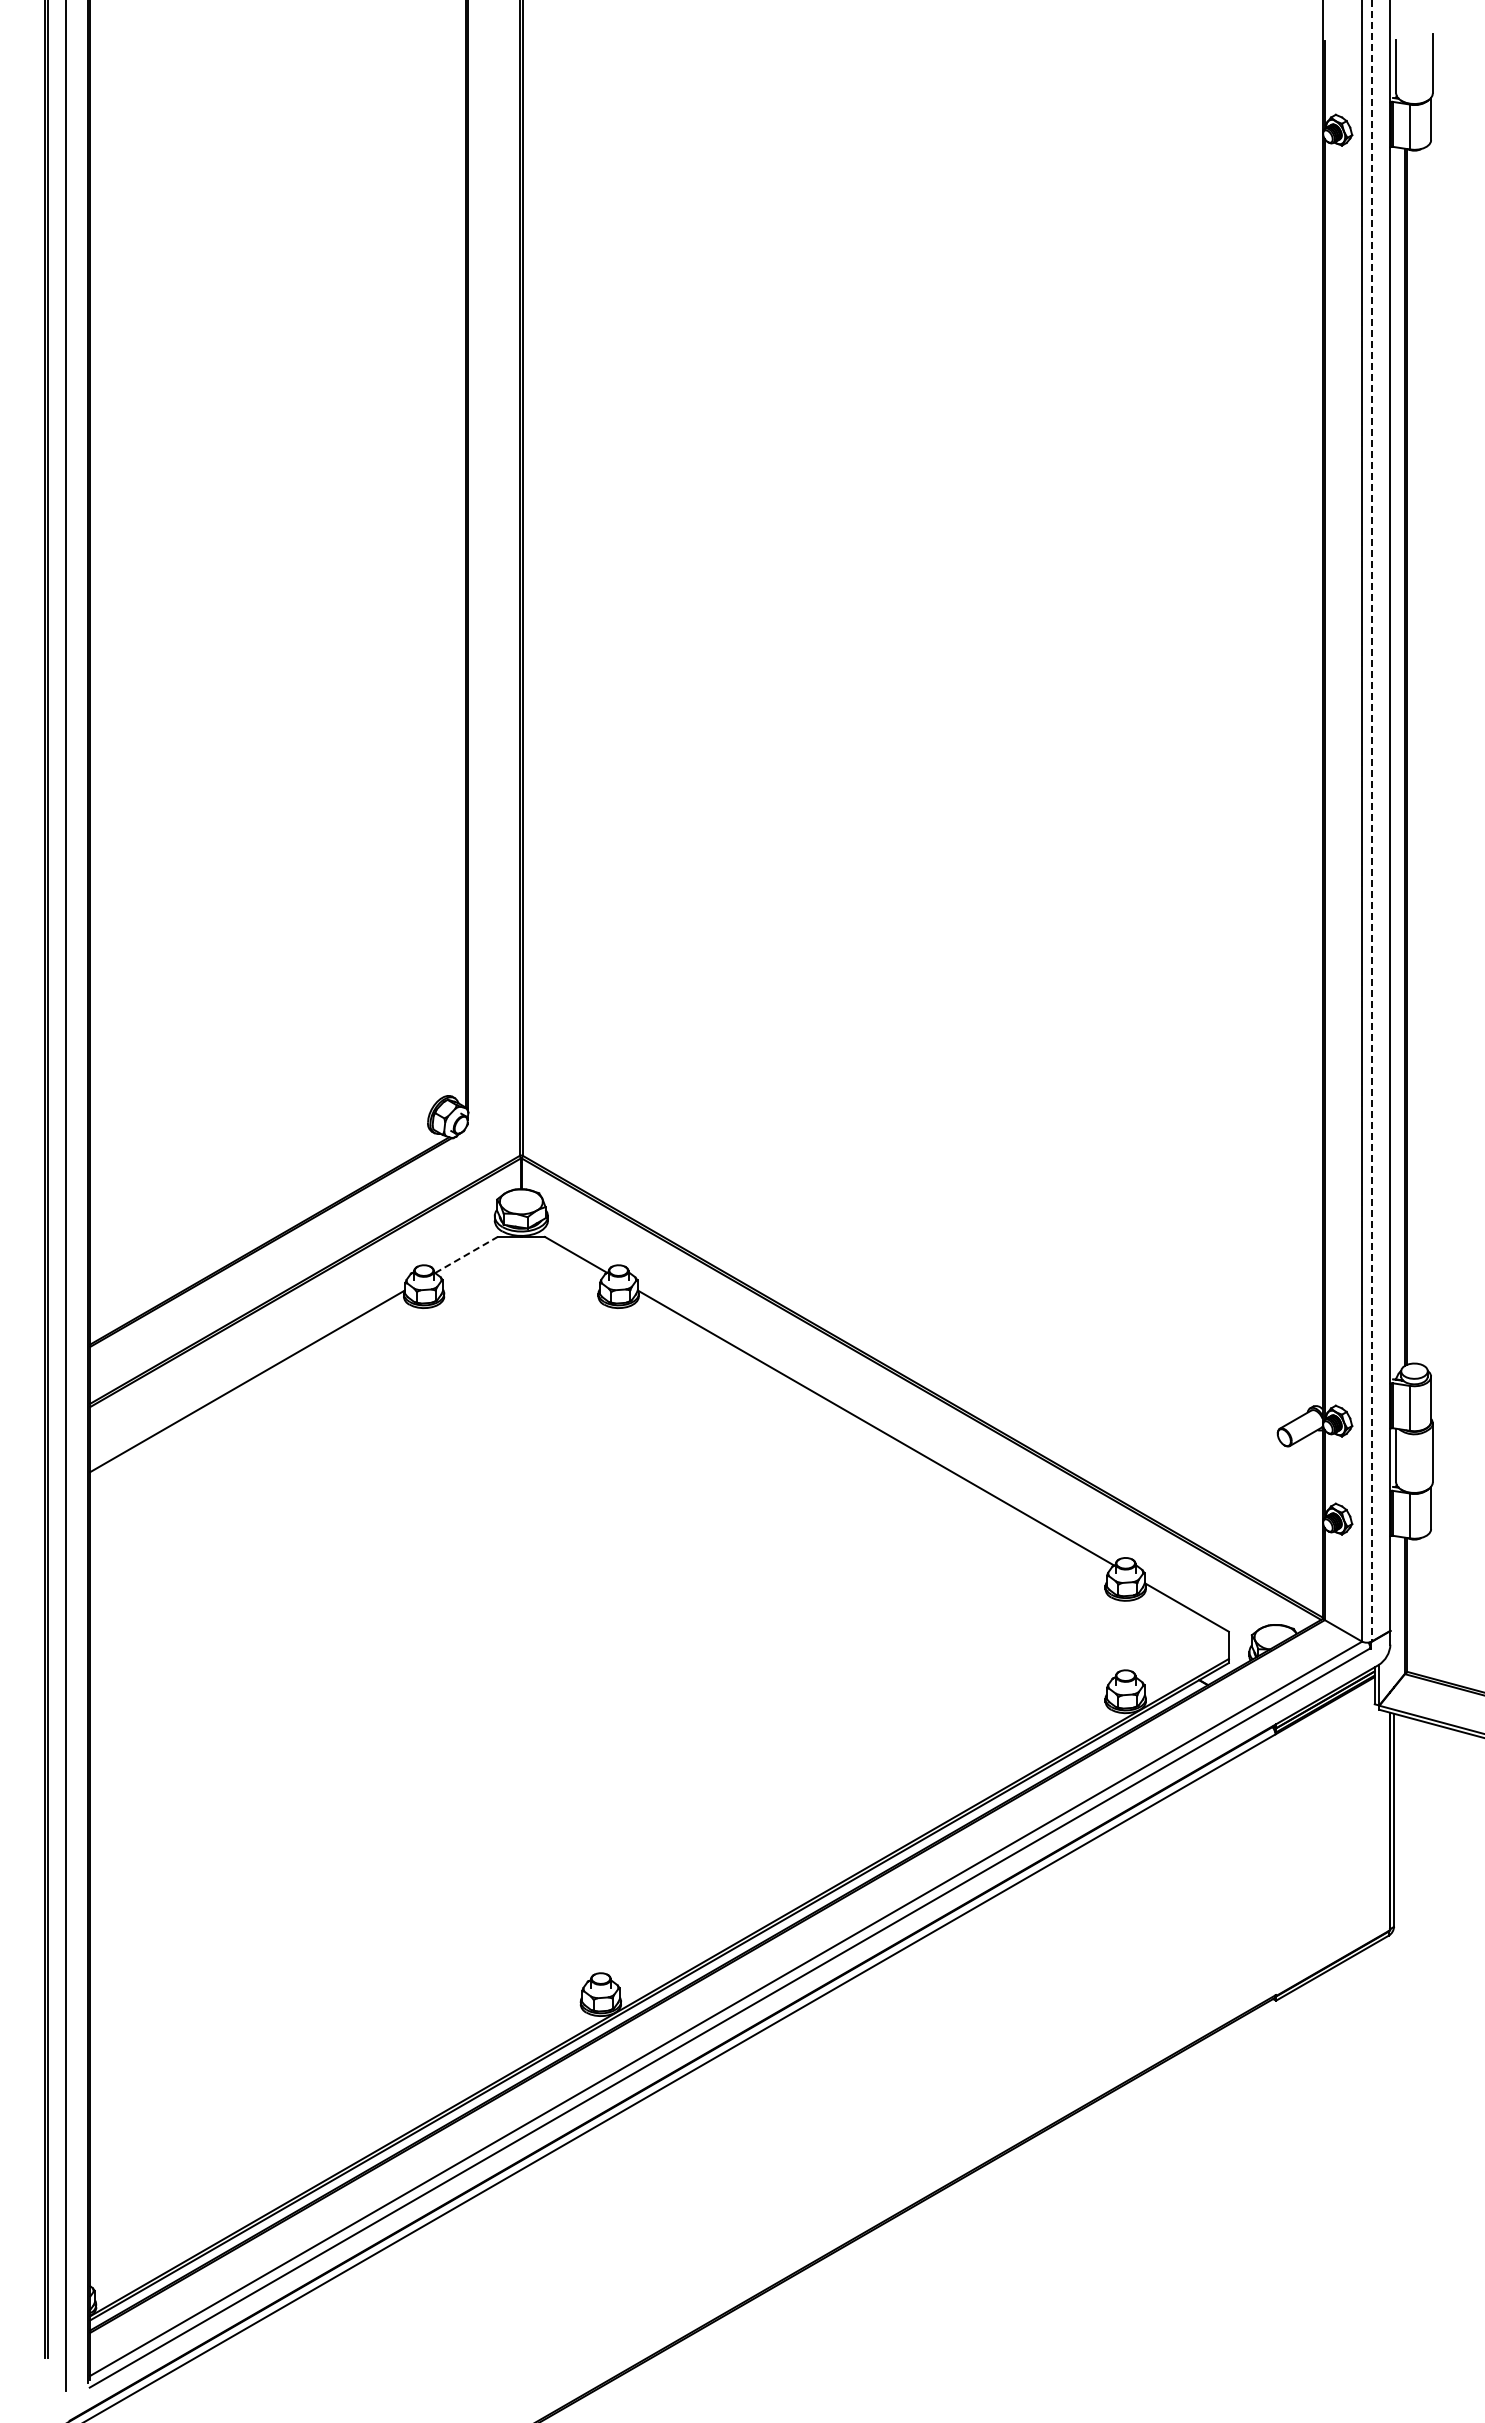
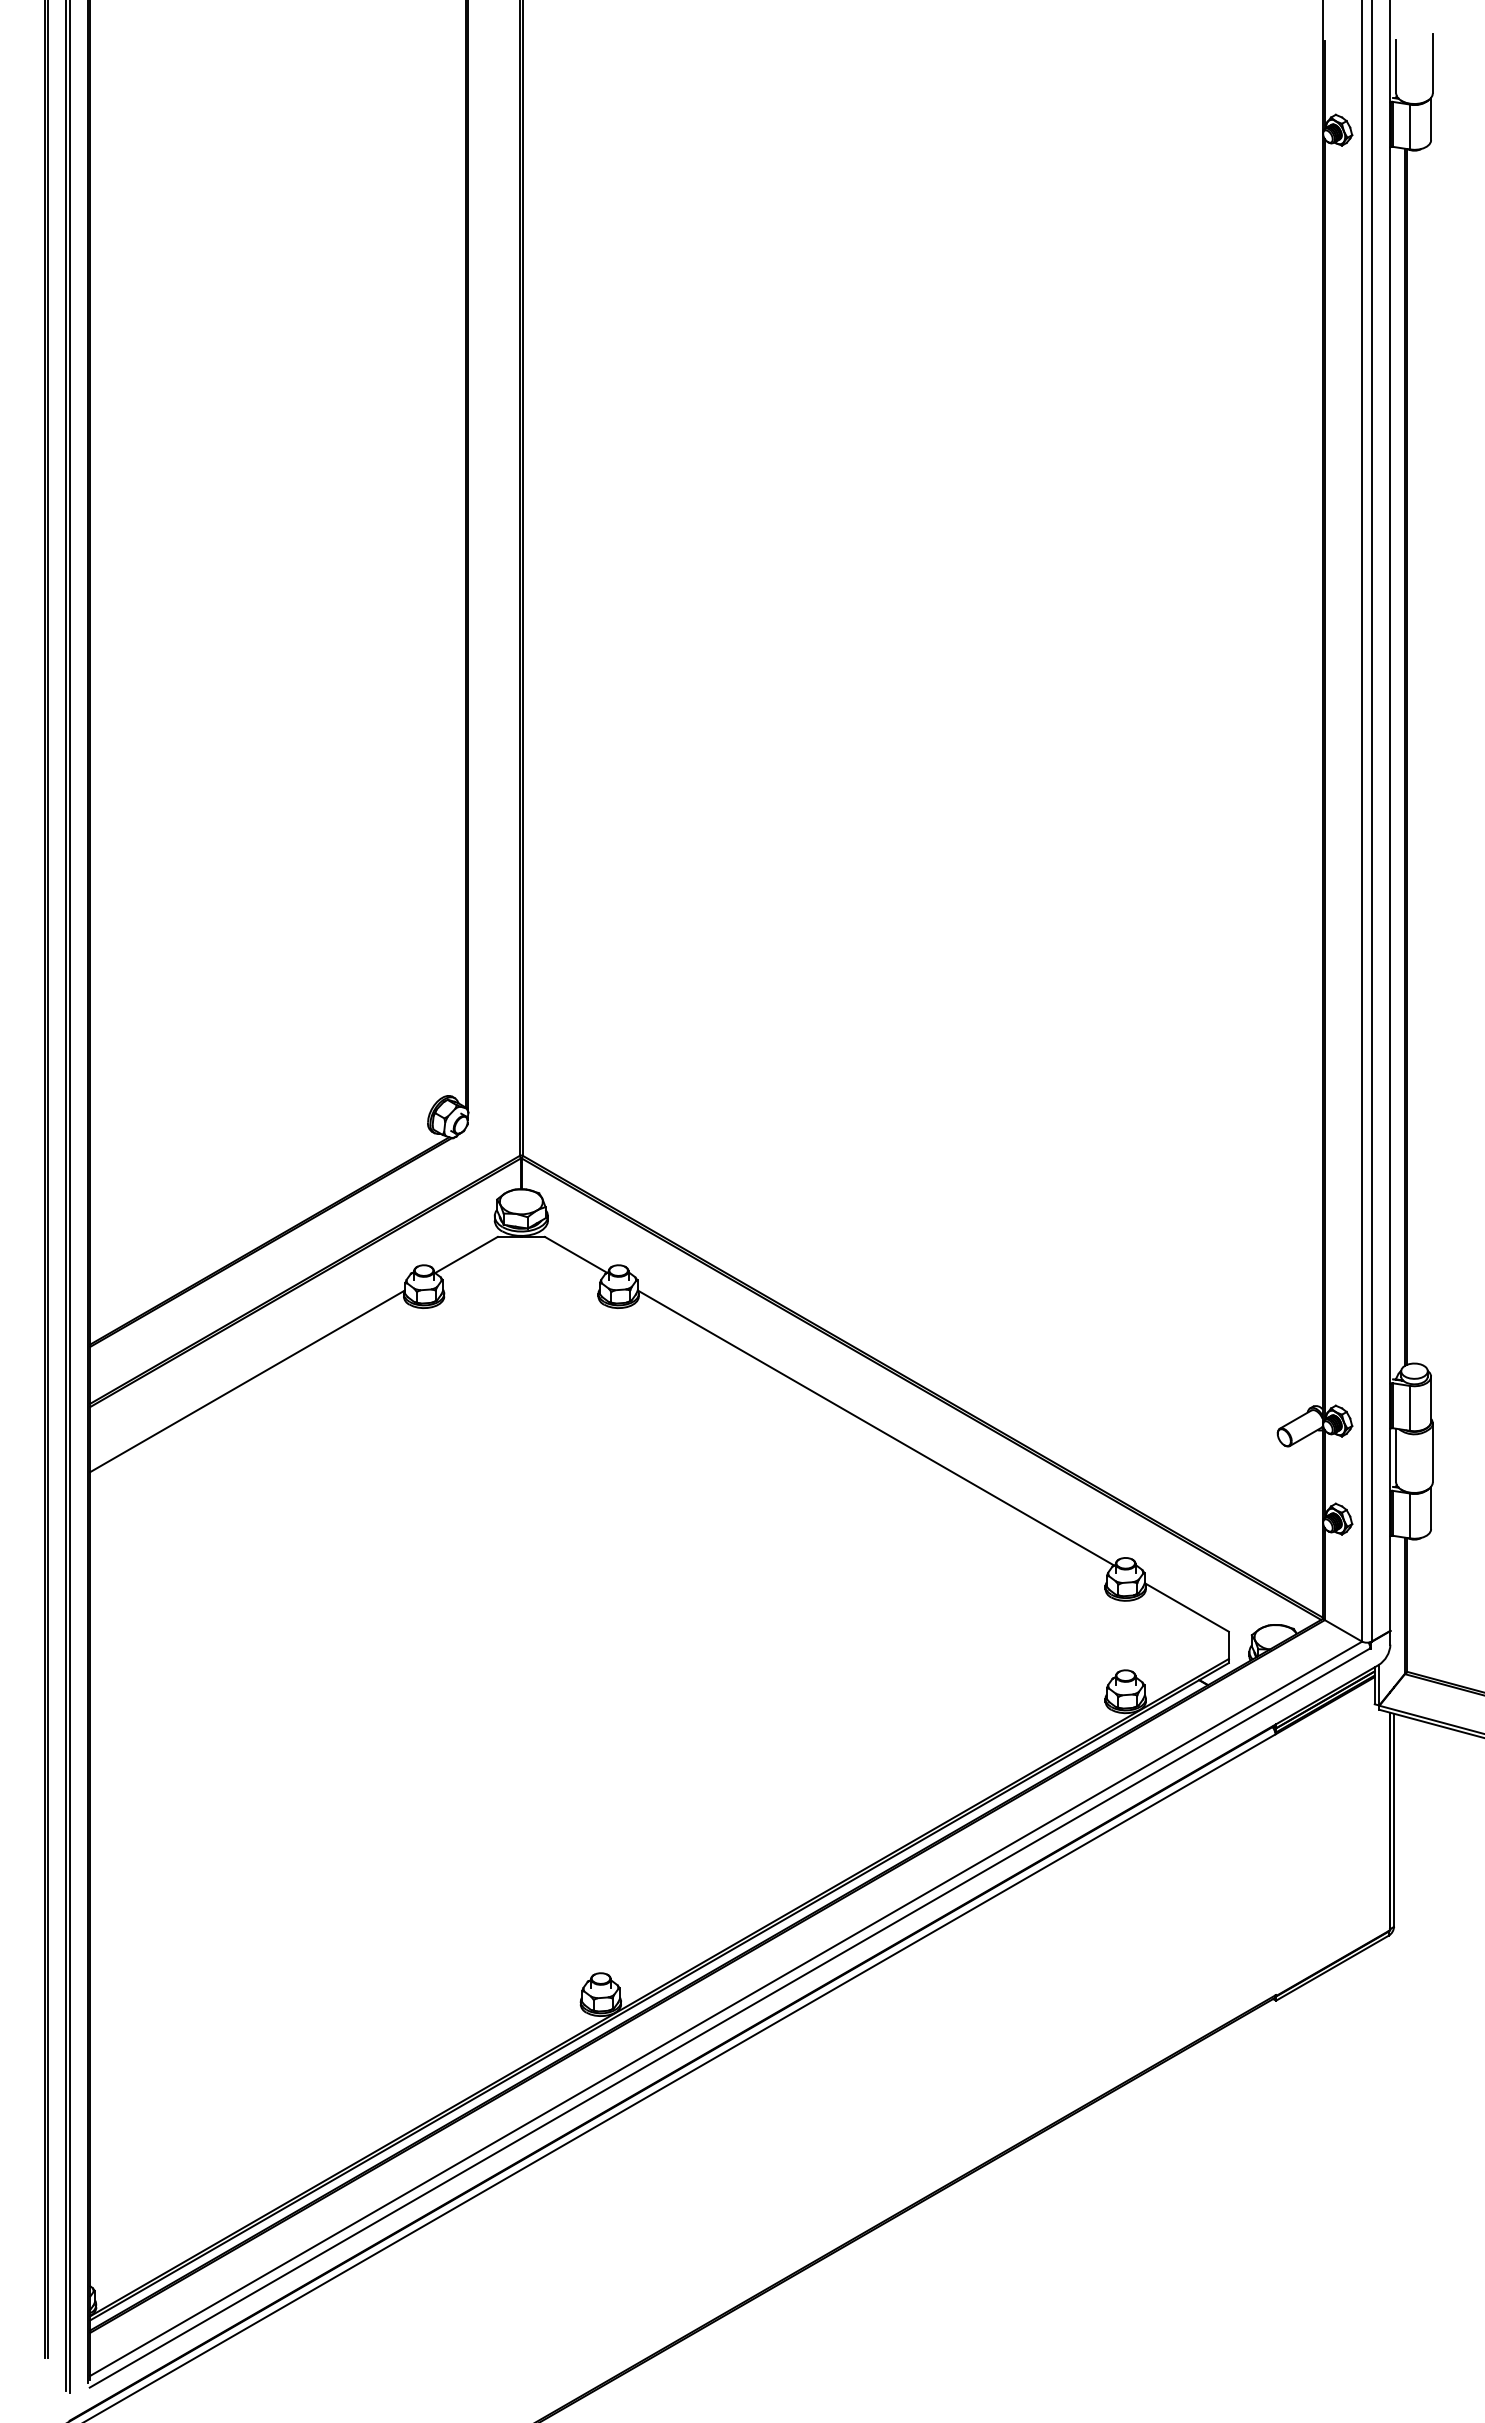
line at (1371, 821): dashed -> solid
line at (69, 1197): none -> present
line at (466, 1254): dashed -> solid
